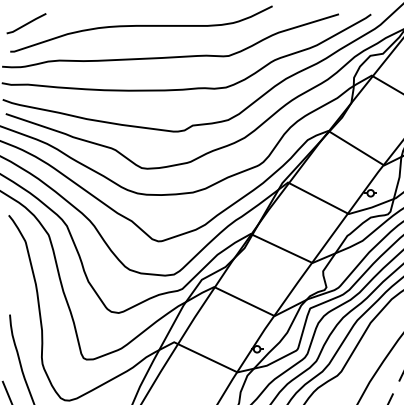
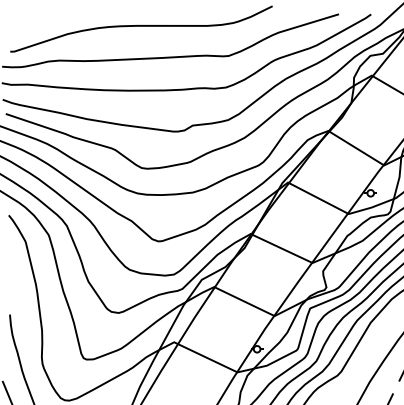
line at (26, 23): present -> none
